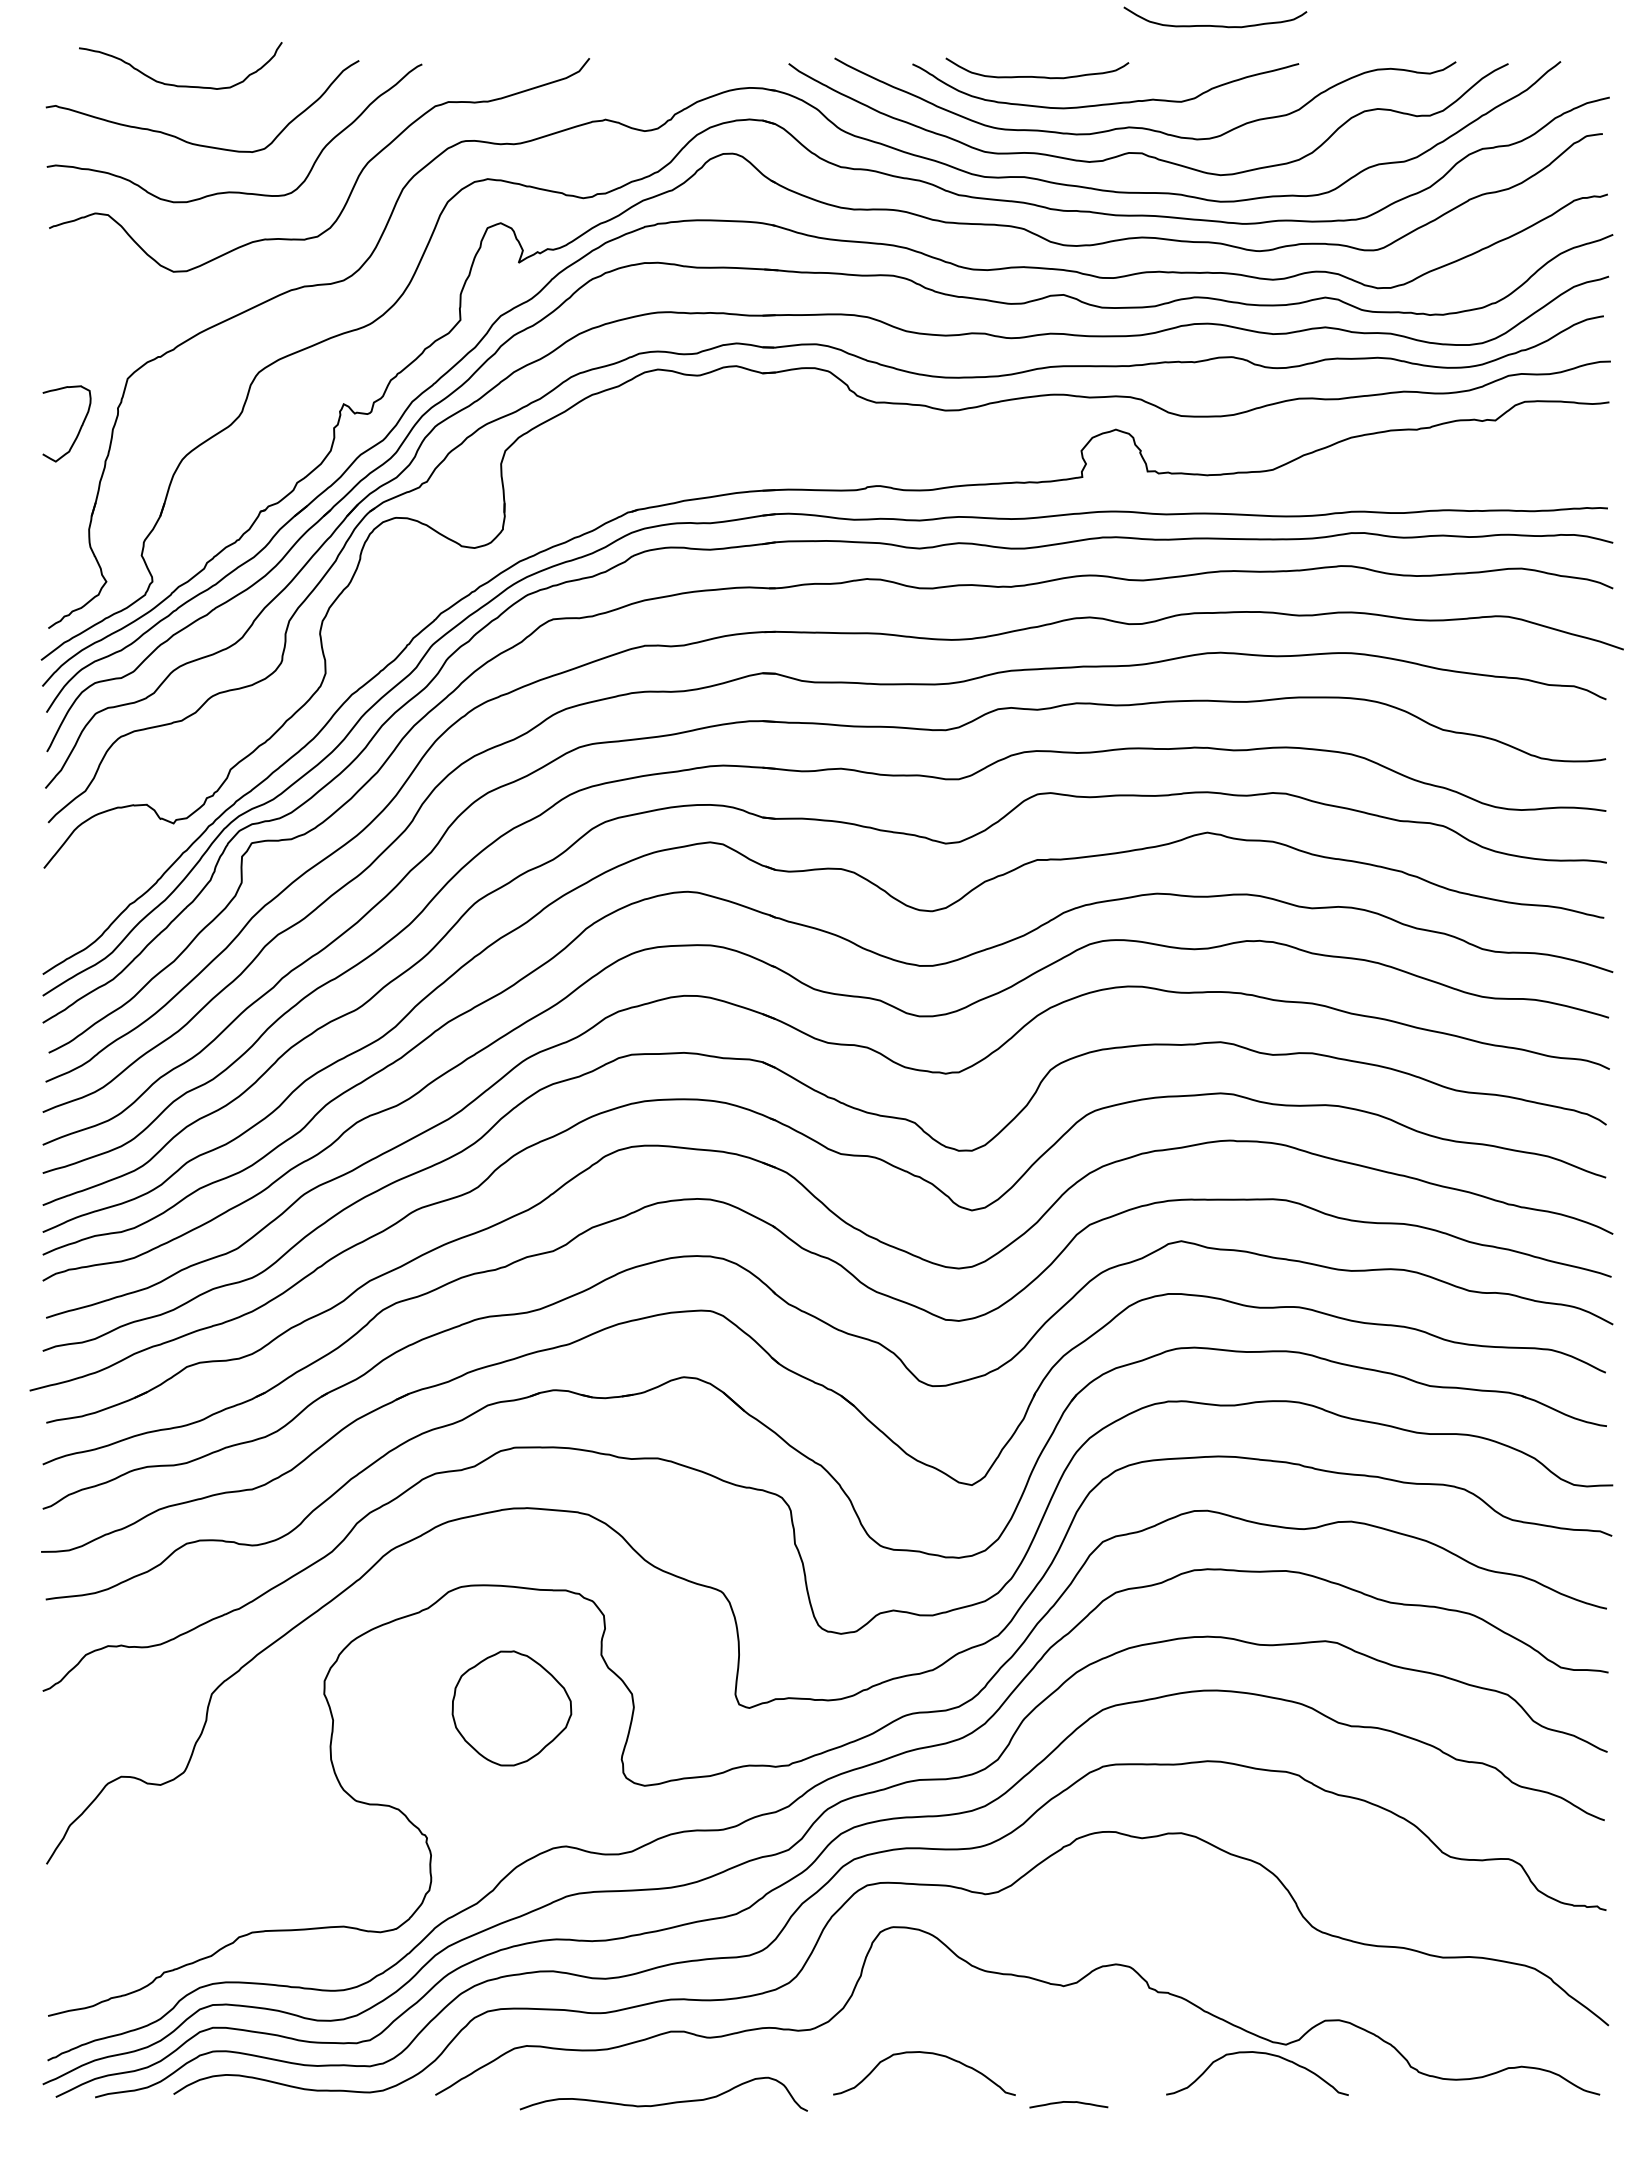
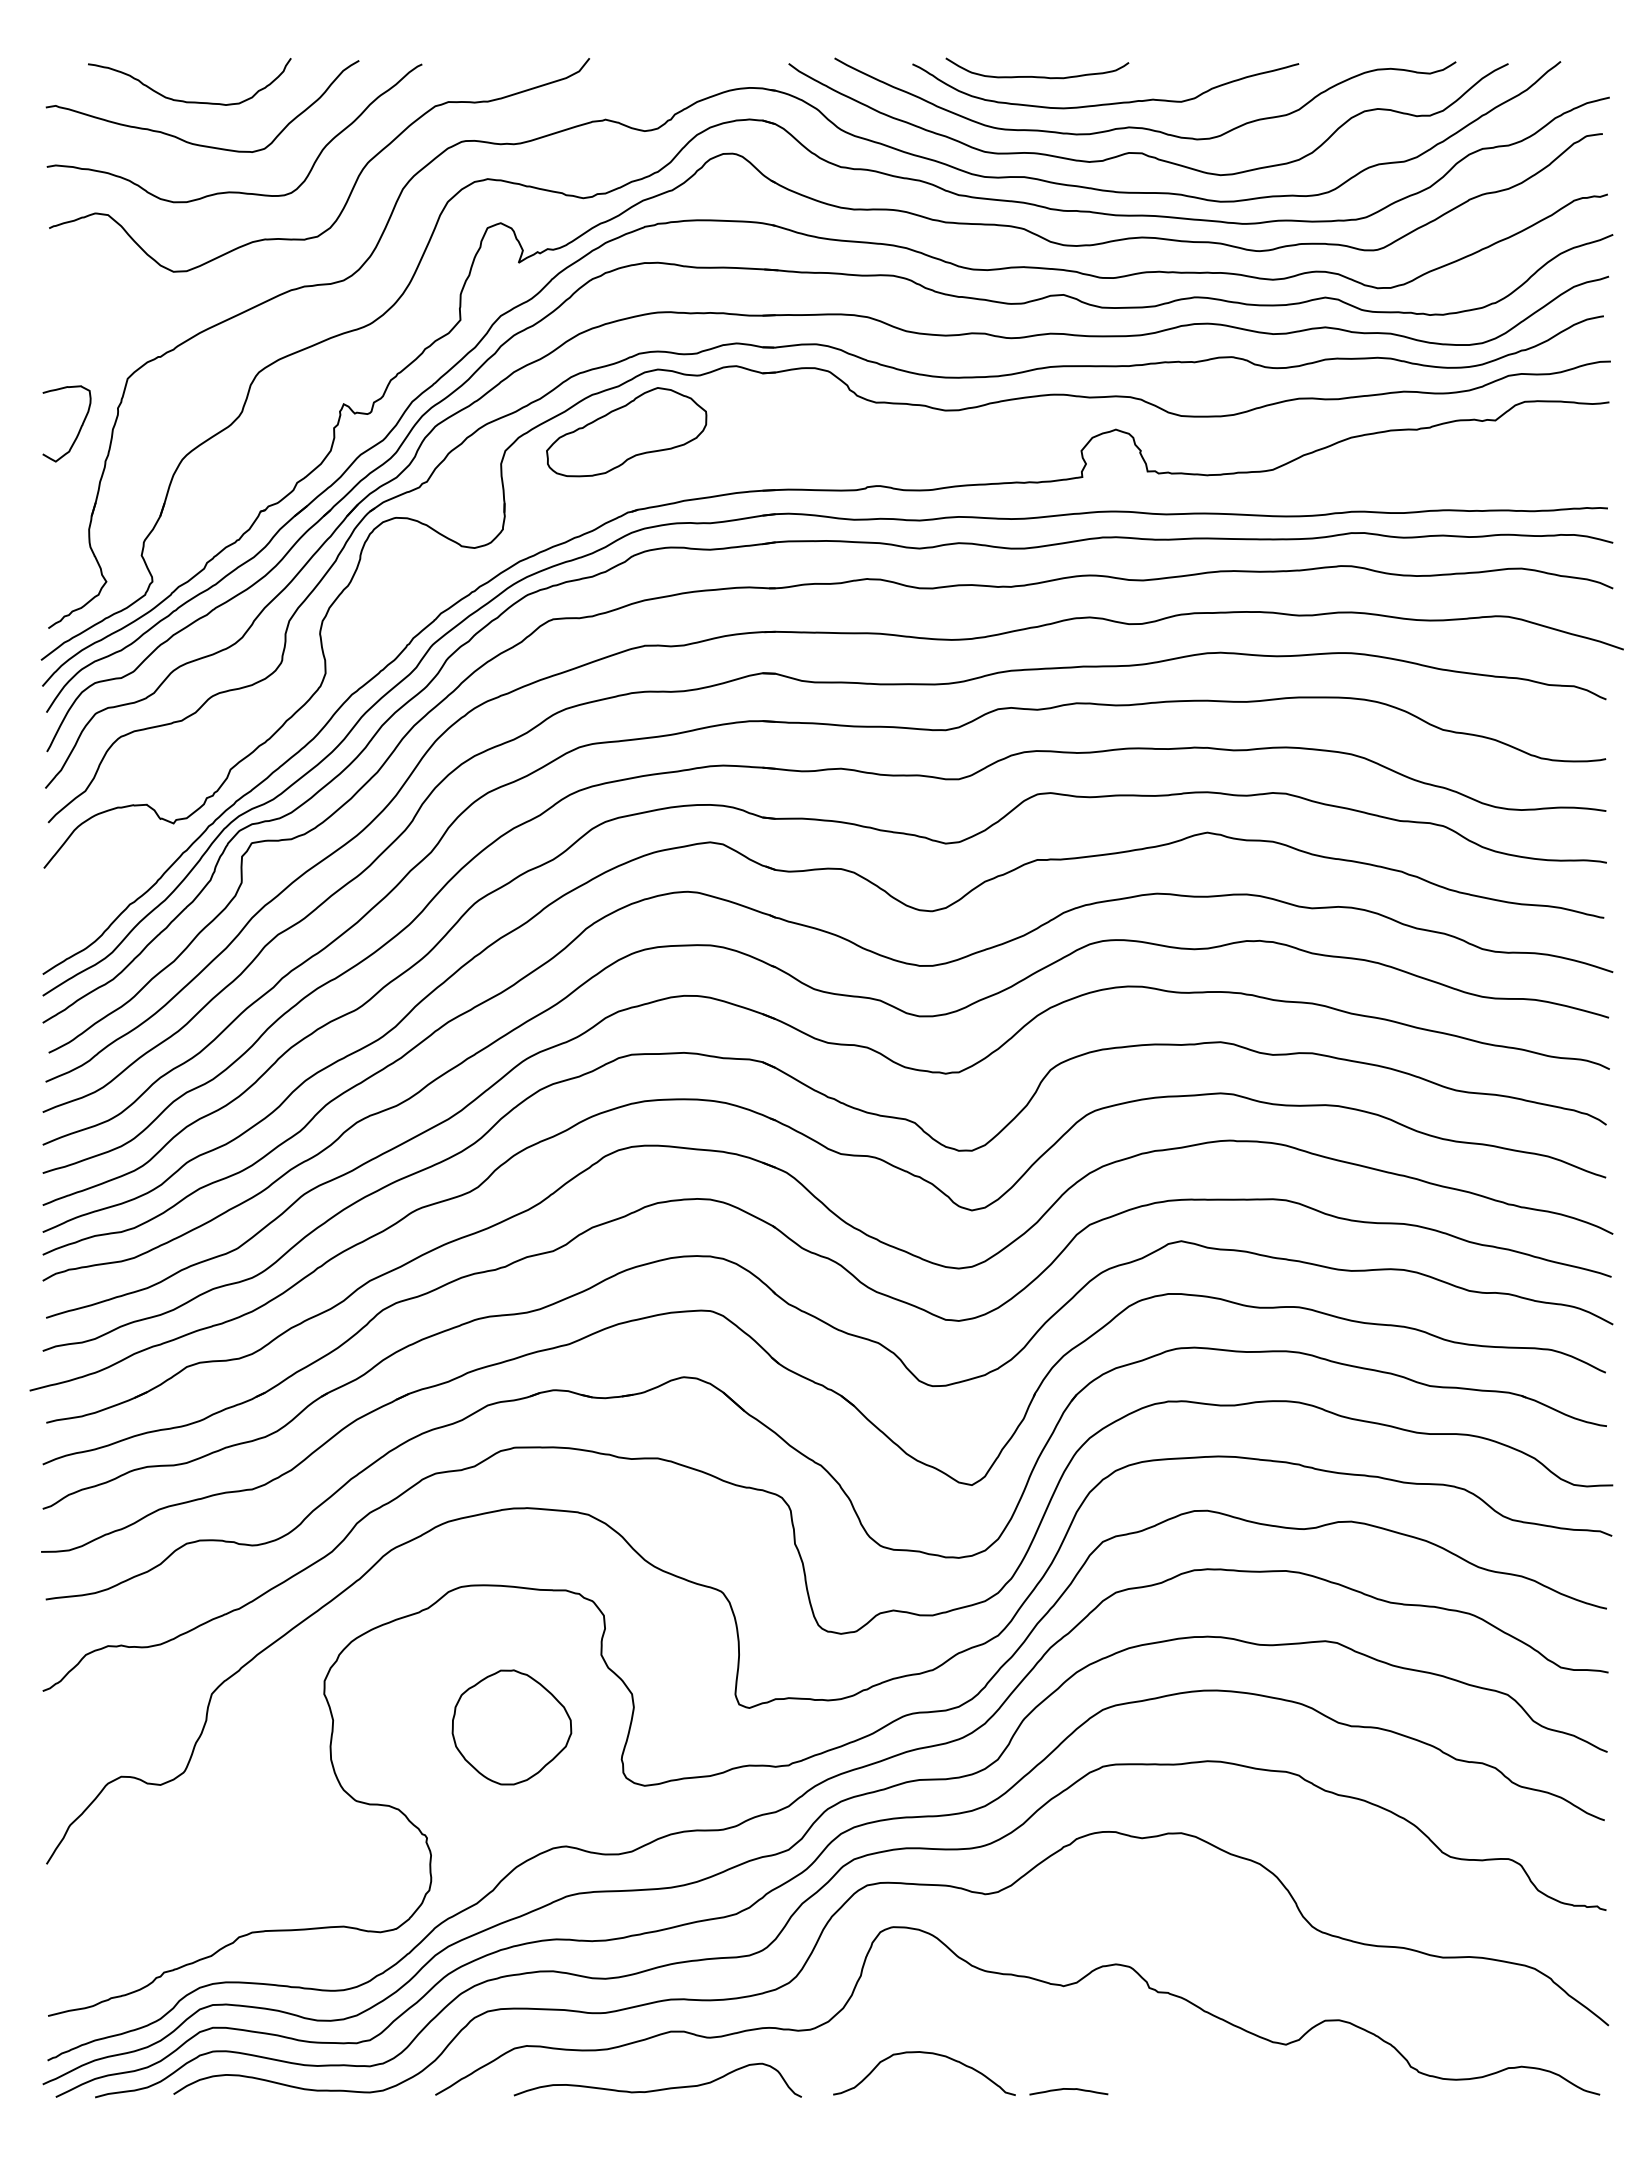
curve at (1215, 25): present -> none
curve at (175, 84) position: (175, 84) -> (184, 100)
part at (626, 432): none -> present
part at (511, 1708) position: (511, 1708) -> (511, 1727)
curve at (1257, 2053): present -> none
curve at (667, 2102) position: (667, 2102) -> (661, 2088)
curve at (1068, 2102) position: (1068, 2102) -> (1068, 2089)
